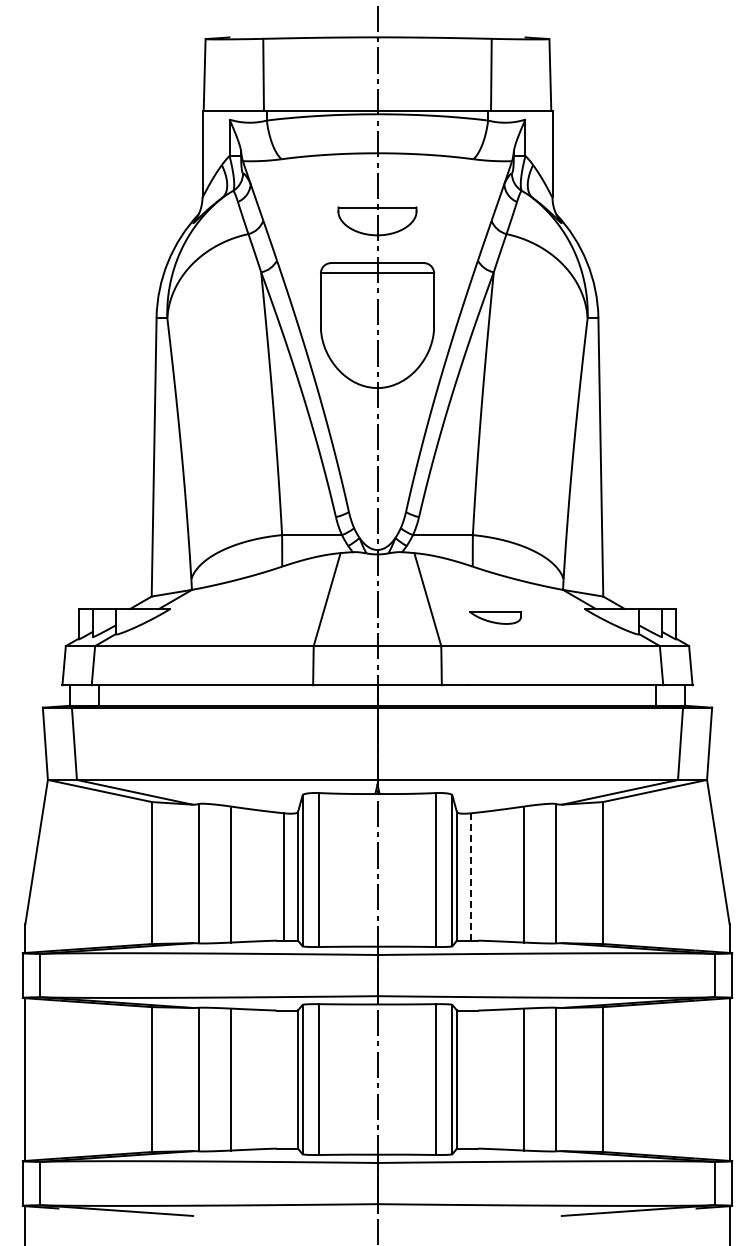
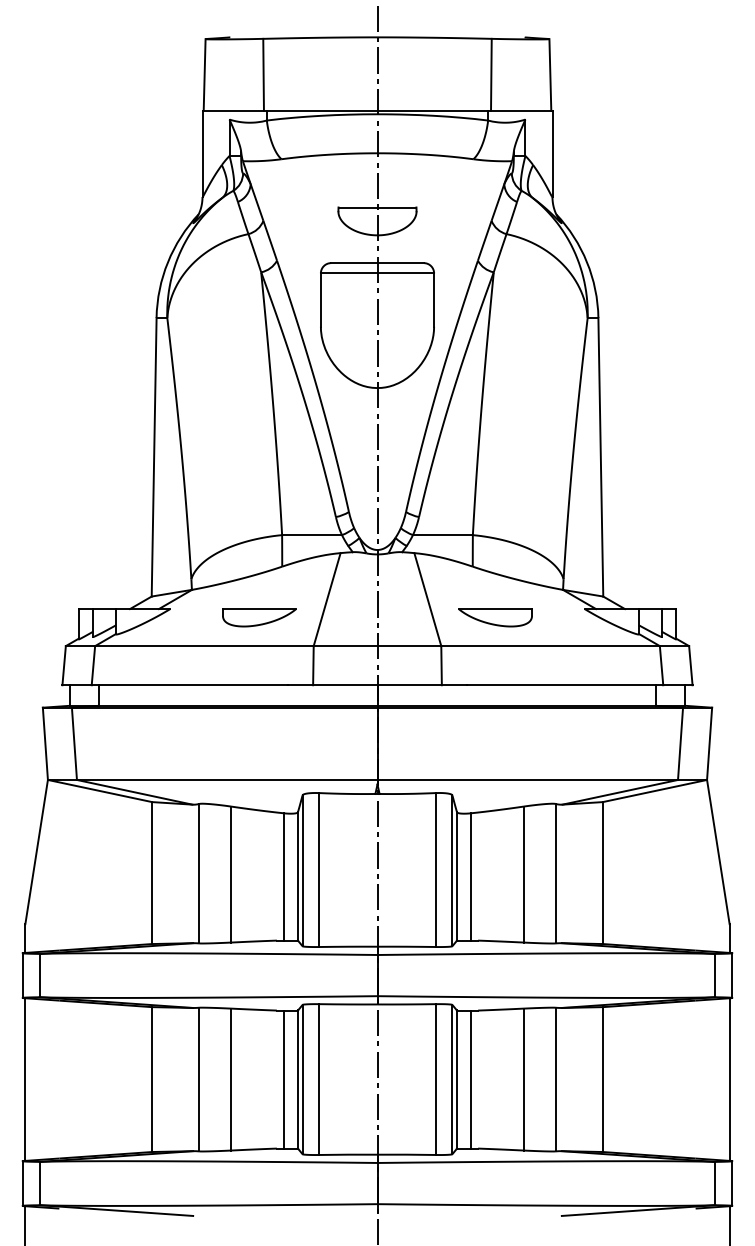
part at (259, 617): none -> present
part at (495, 617) size: 53x14 px -> 75x20 px
line at (471, 876): dashed -> solid
line at (283, 1079): none -> present
line at (471, 1079): none -> present
